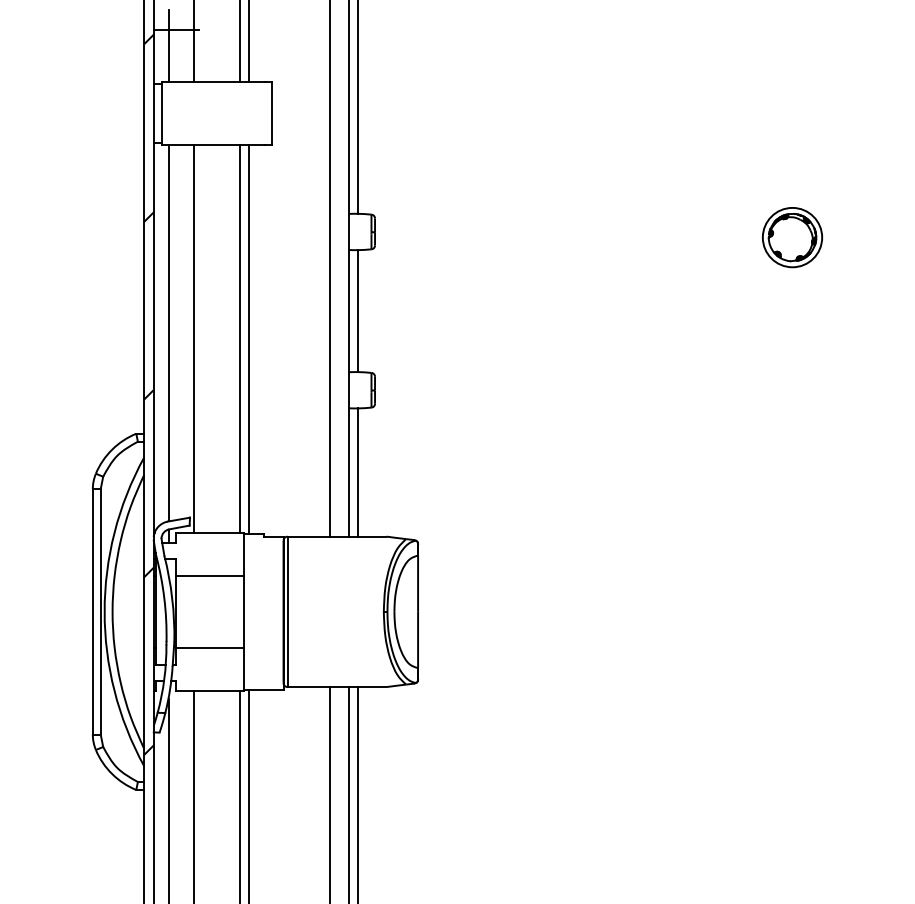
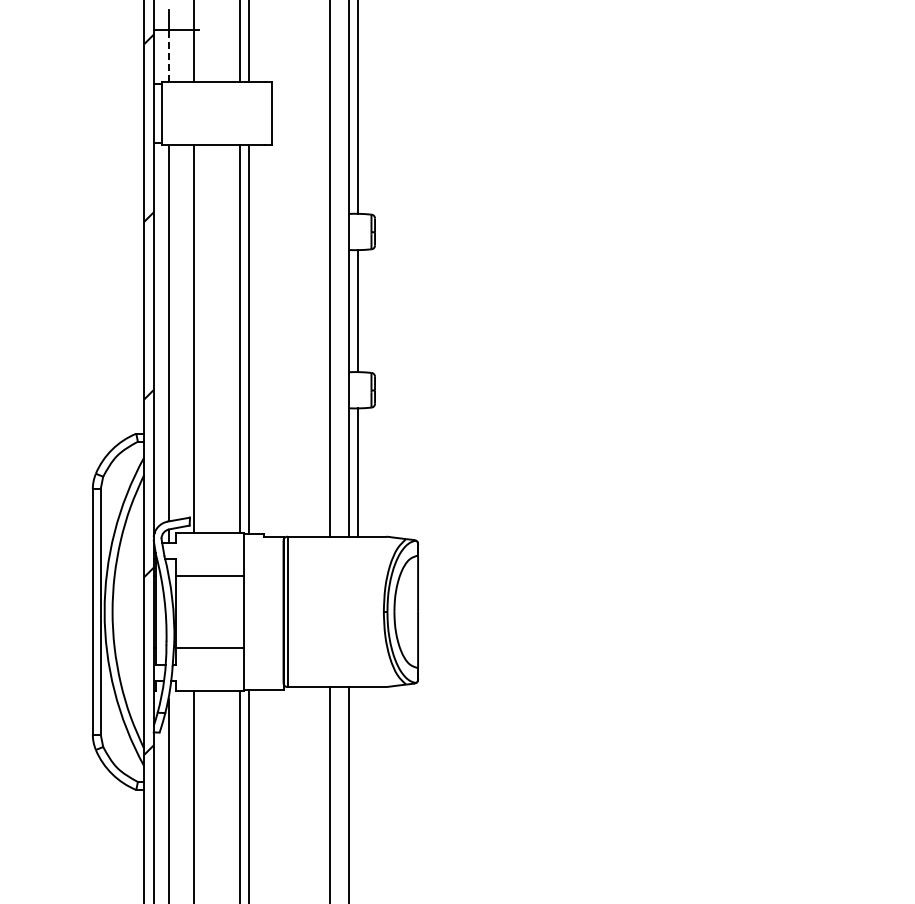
line at (168, 55): solid -> dashed
part at (792, 237): present -> none
line at (358, 793): present -> none
